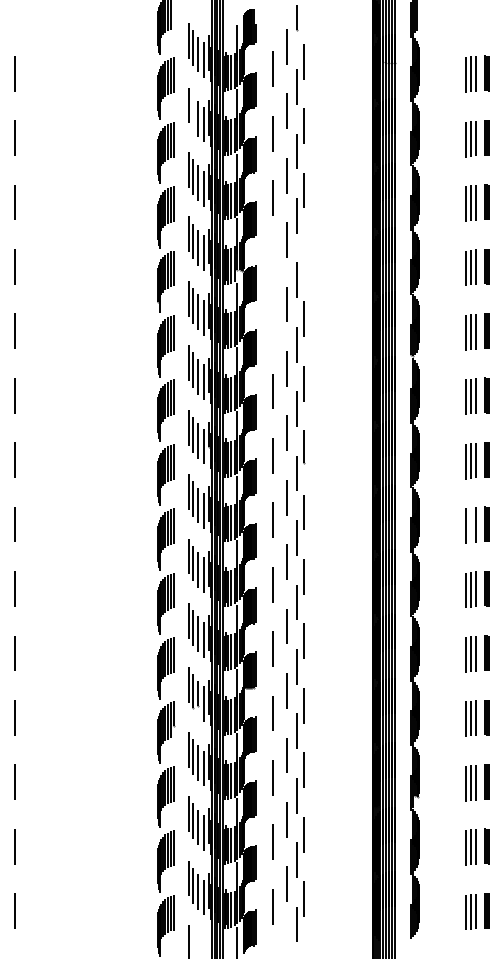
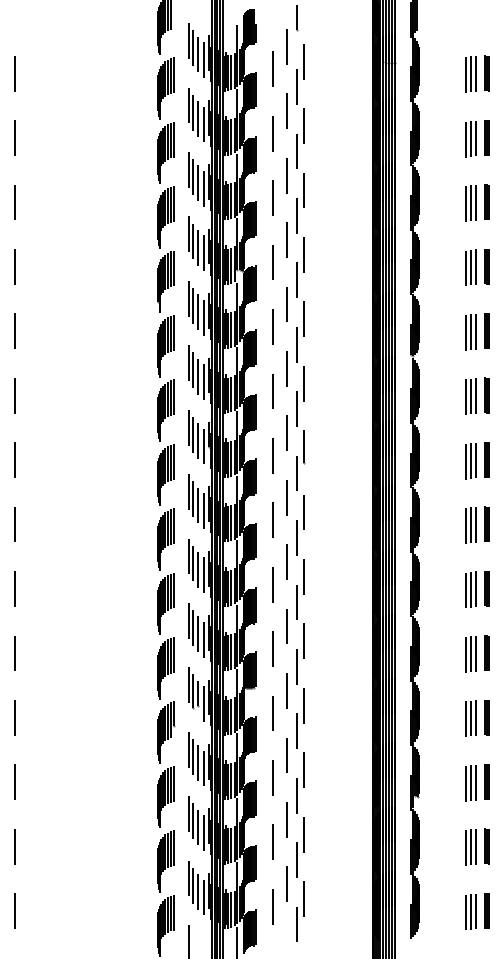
line at (193, 112): none -> present
line at (304, 254): none -> present
line at (272, 262): none -> present
line at (273, 326): none -> present
line at (471, 525): none -> present
